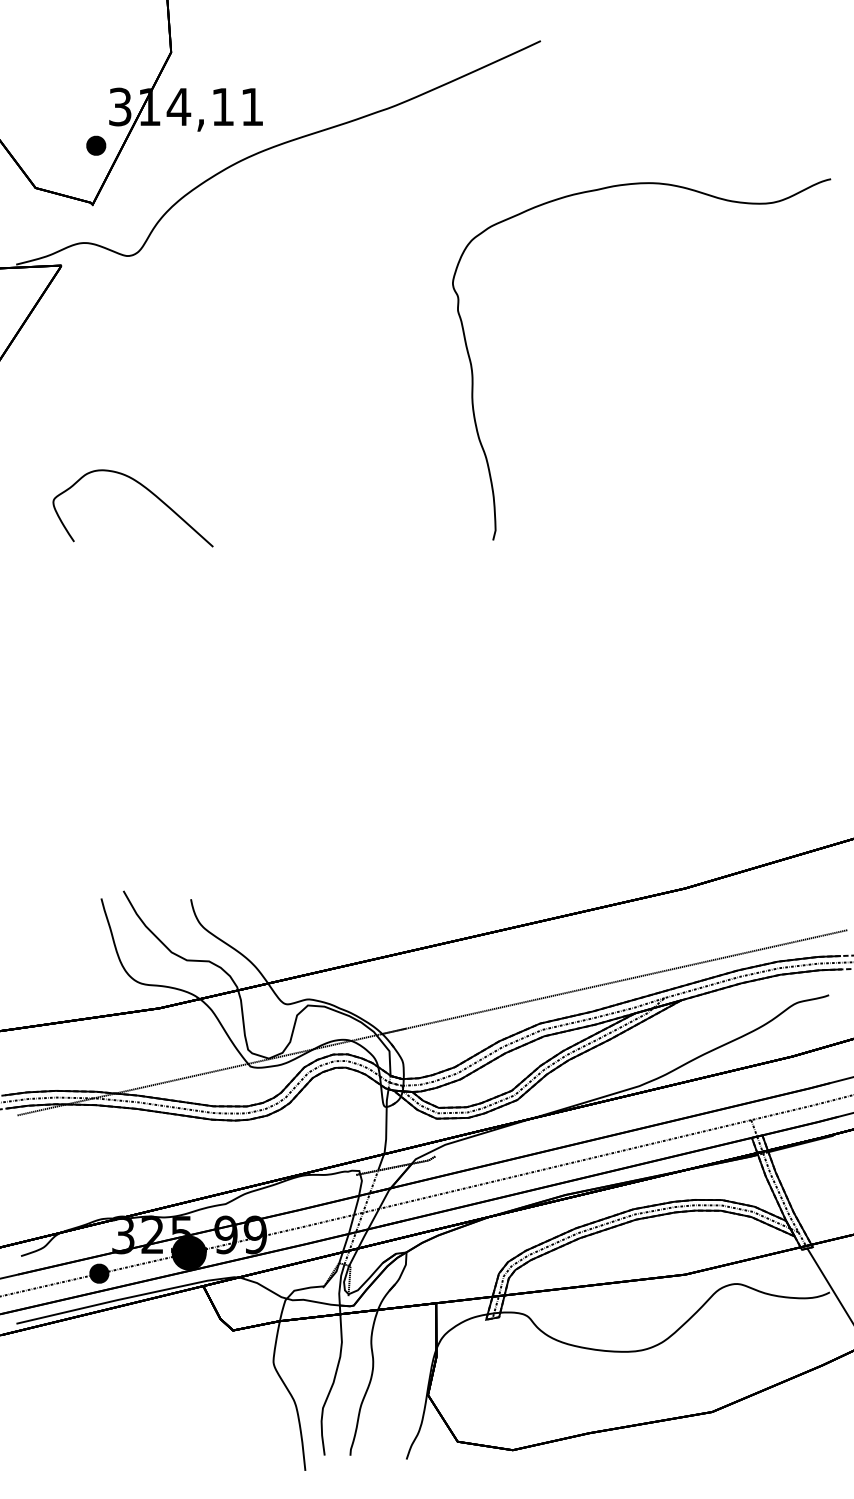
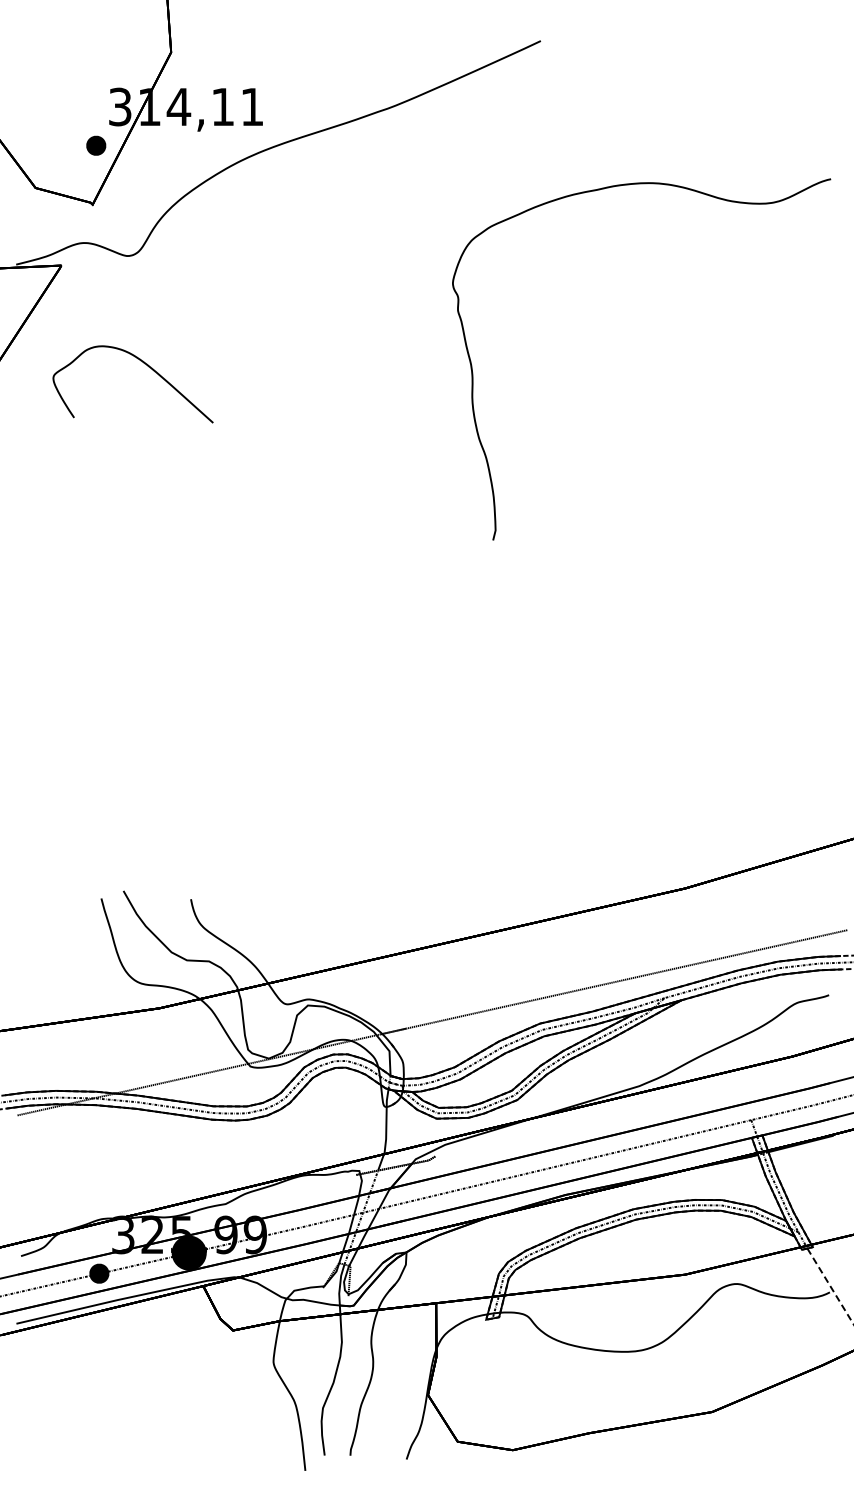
curve at (148, 491) position: (148, 491) -> (148, 367)
line at (830, 1286): solid -> dashed
